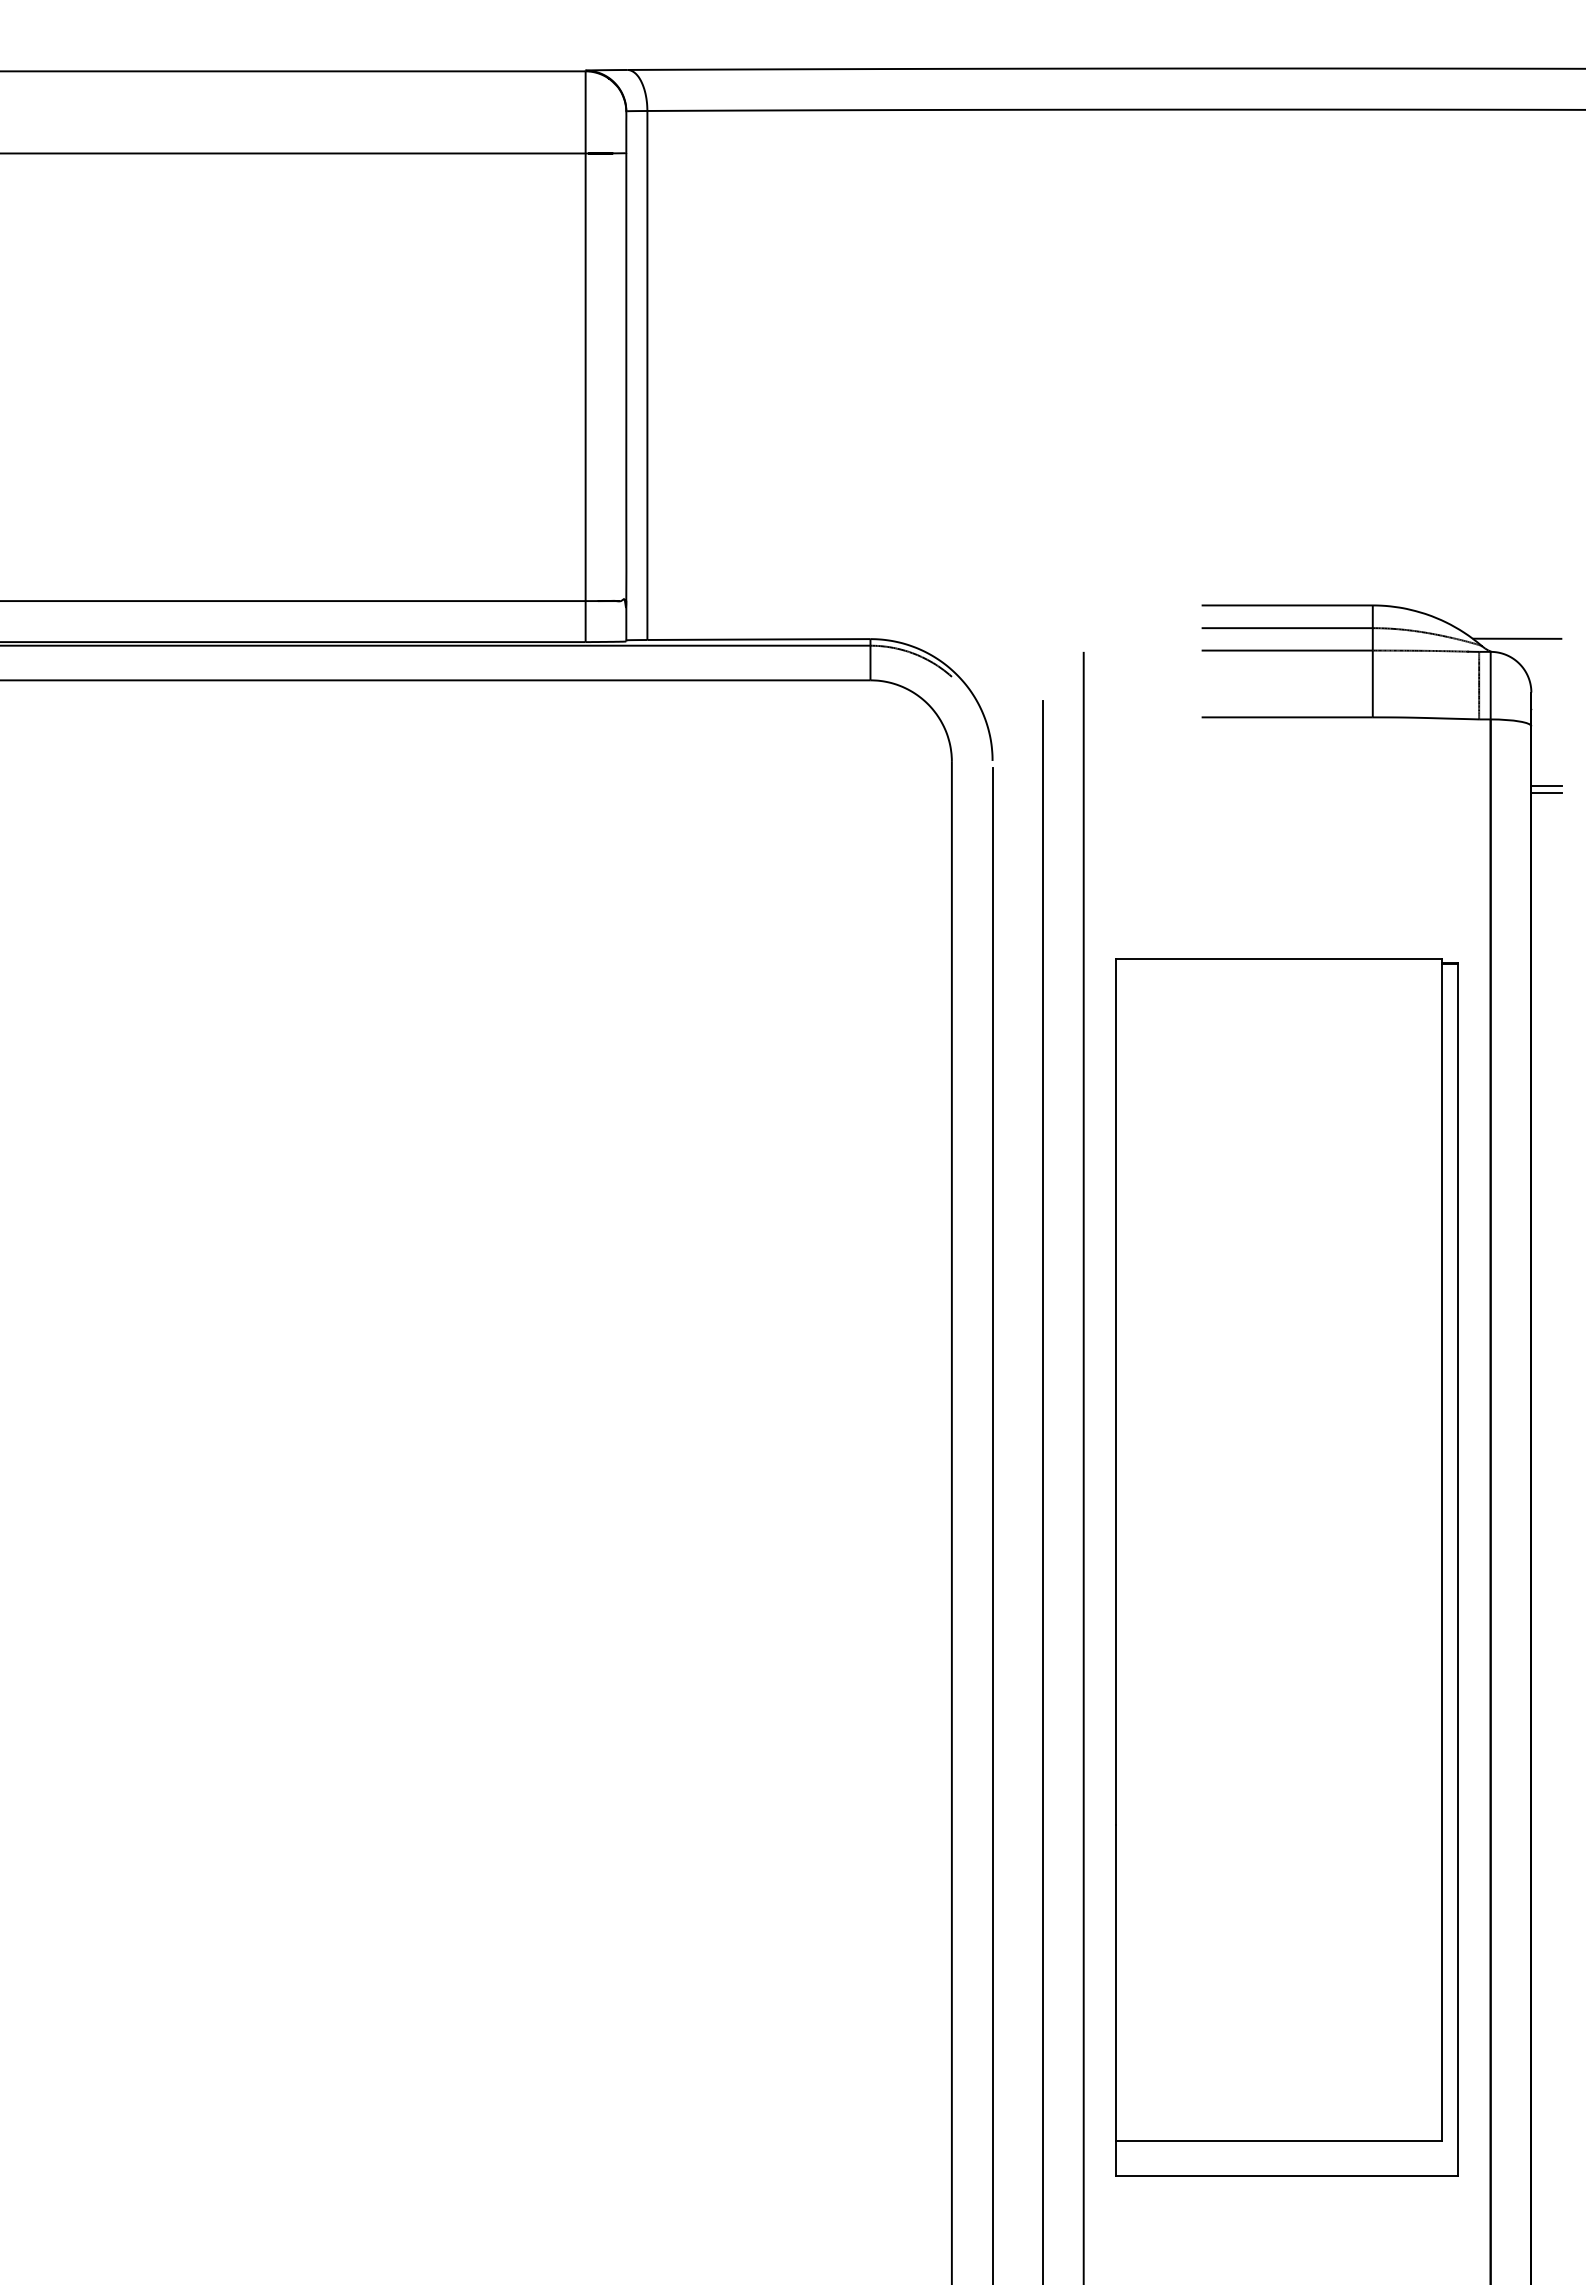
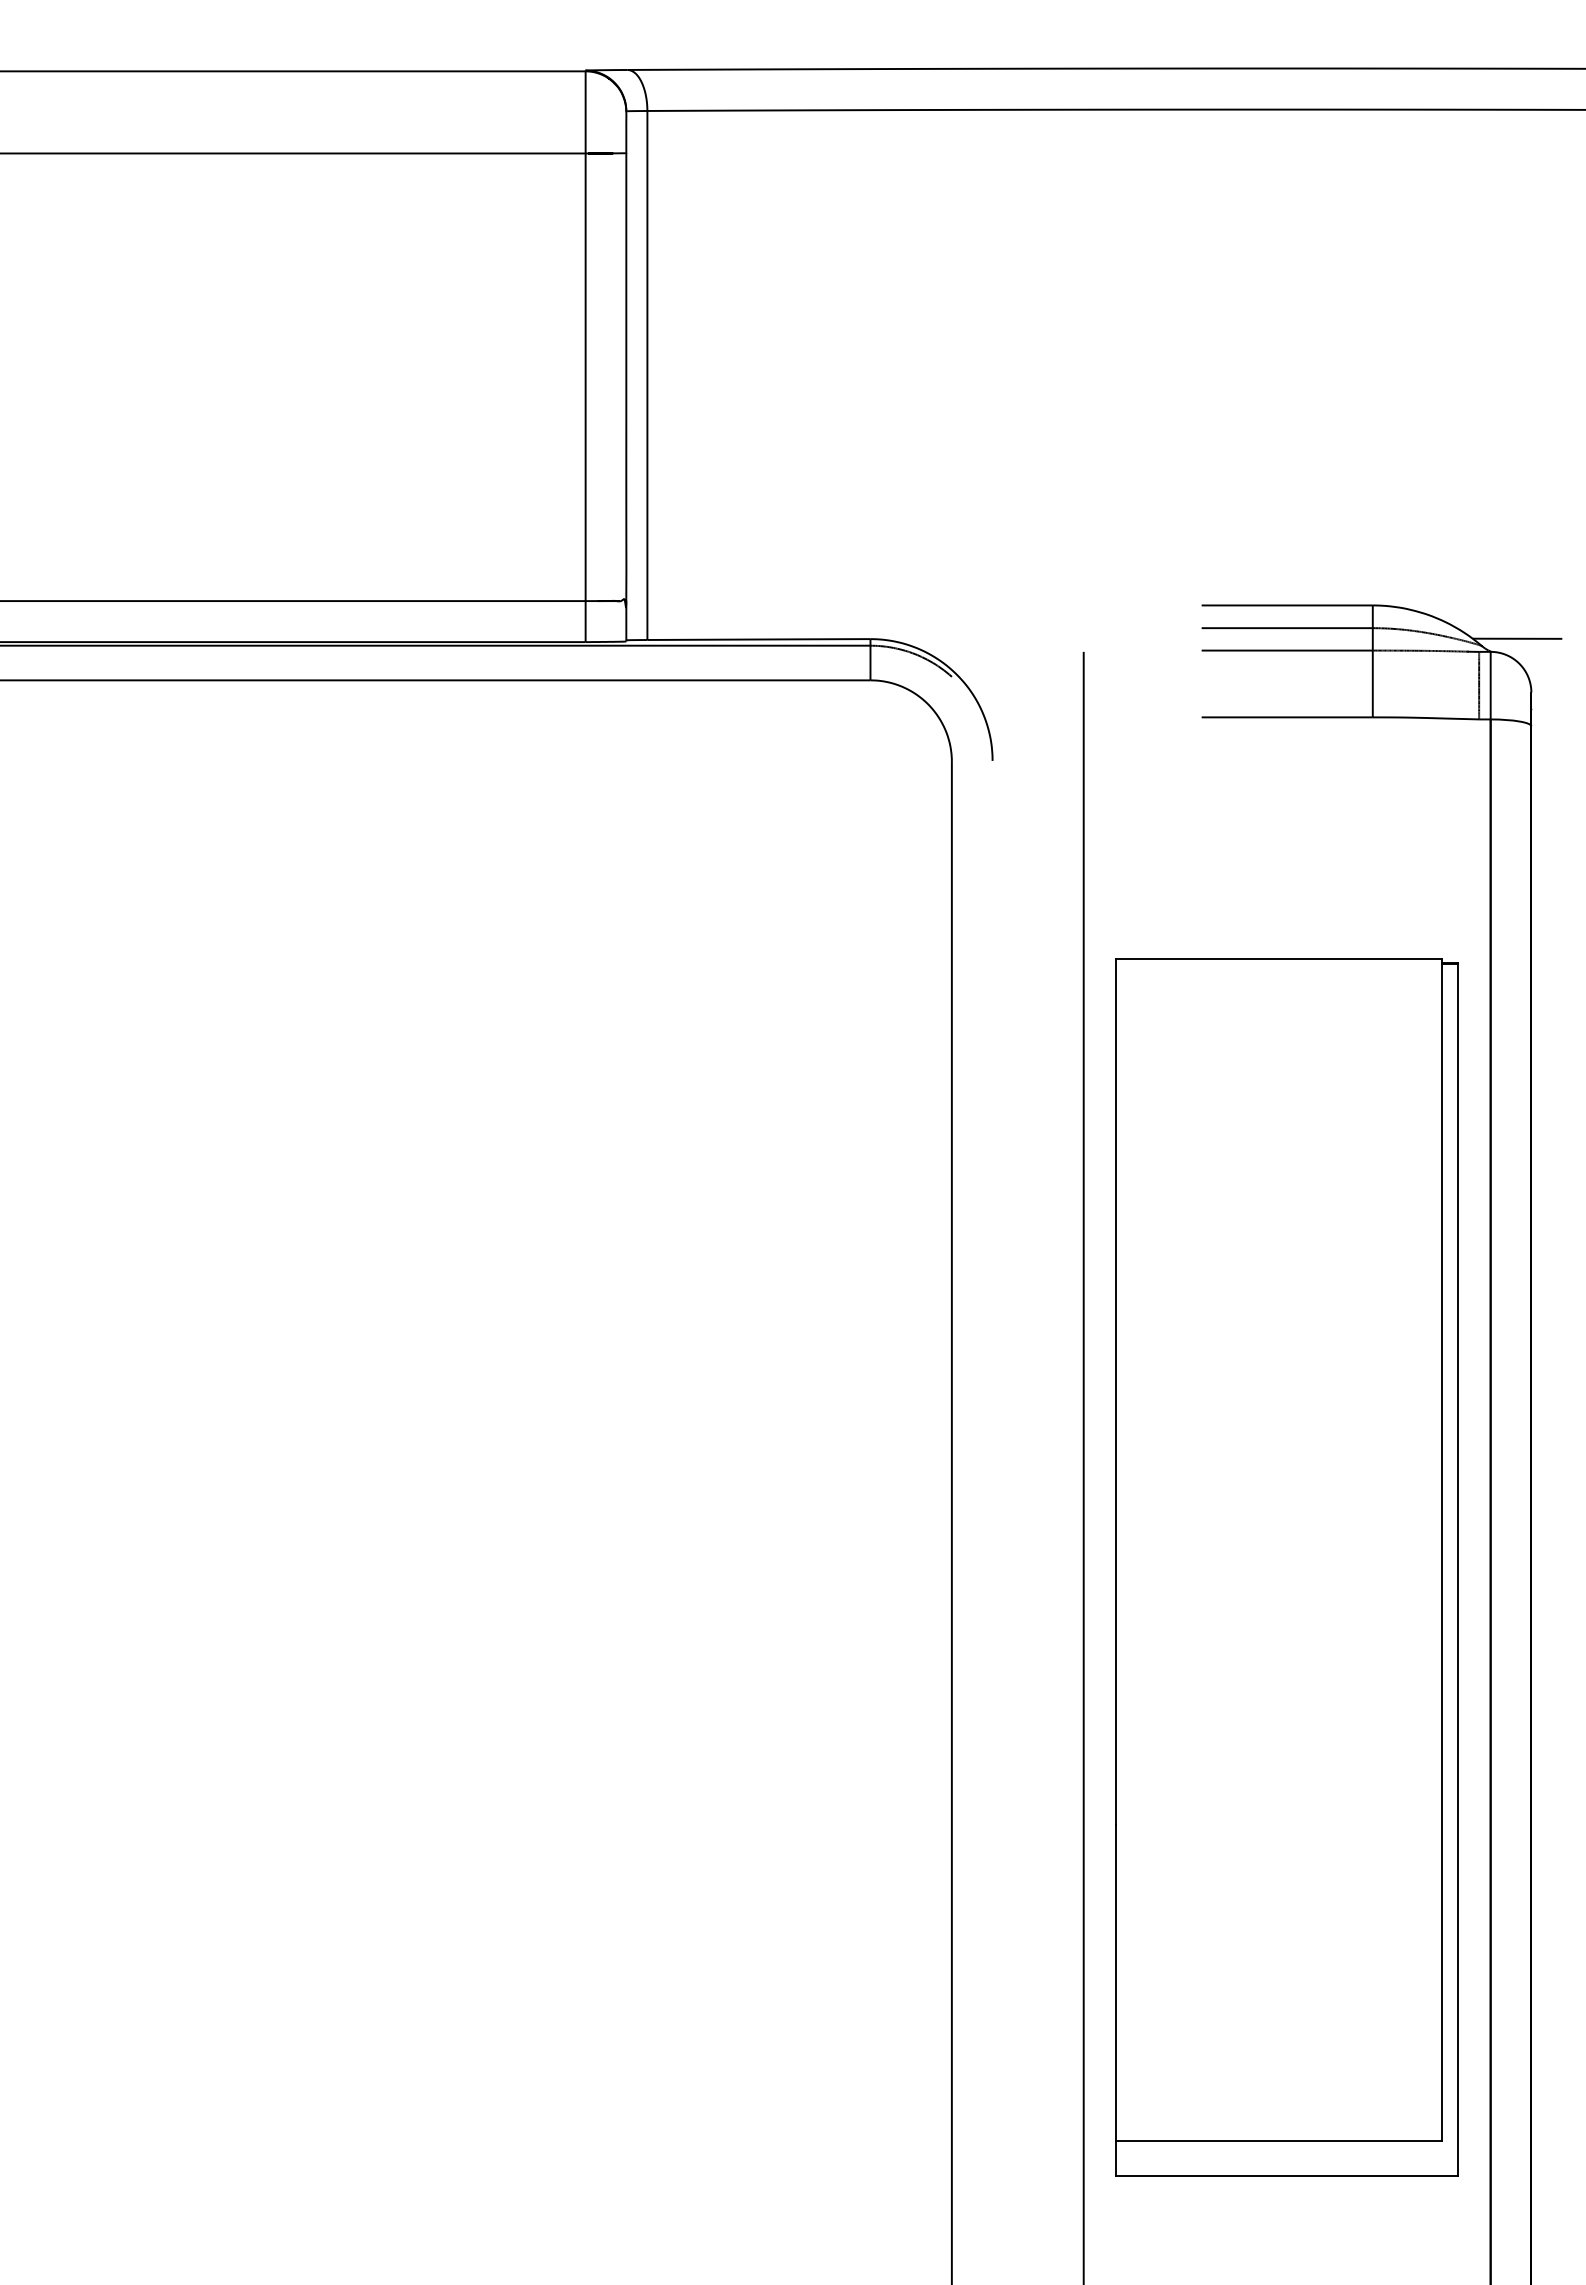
line at (1546, 785): present -> none
line at (1546, 793): present -> none
line at (1043, 1491): present -> none
line at (992, 1524): present -> none
